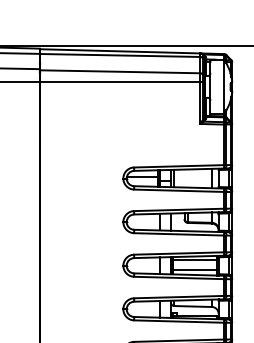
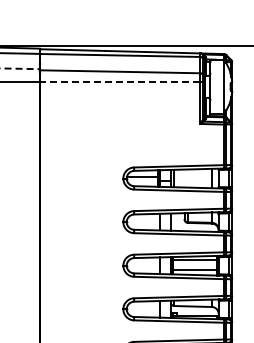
line at (20, 68): solid -> dashed
line at (119, 81): solid -> dashed
